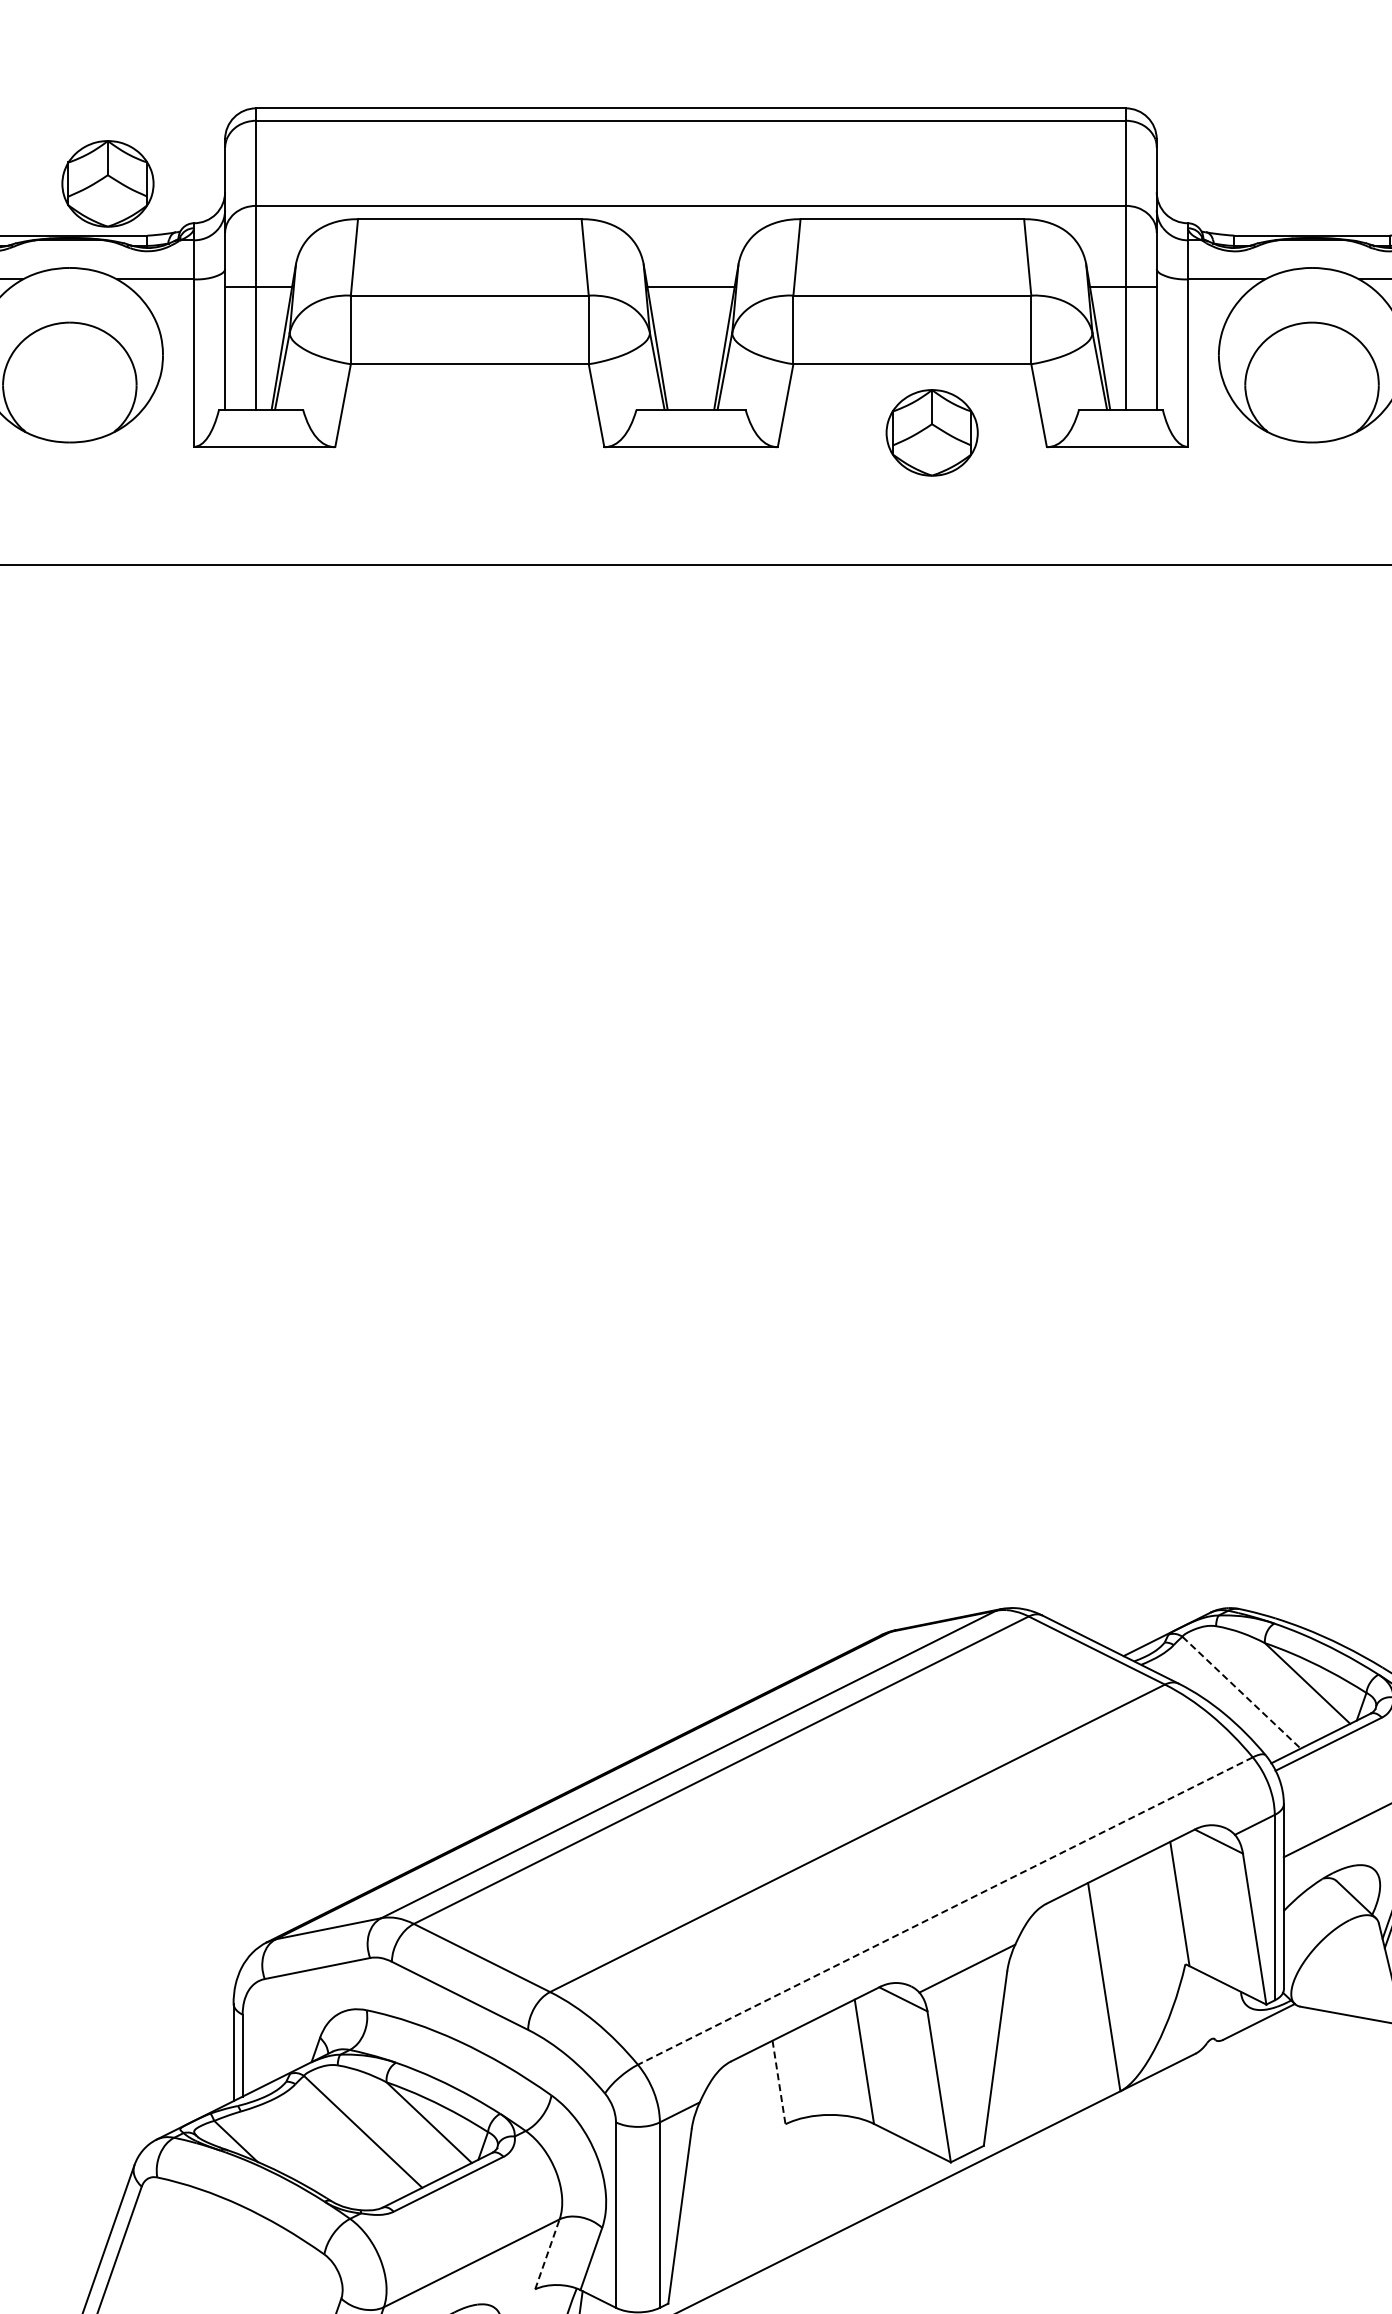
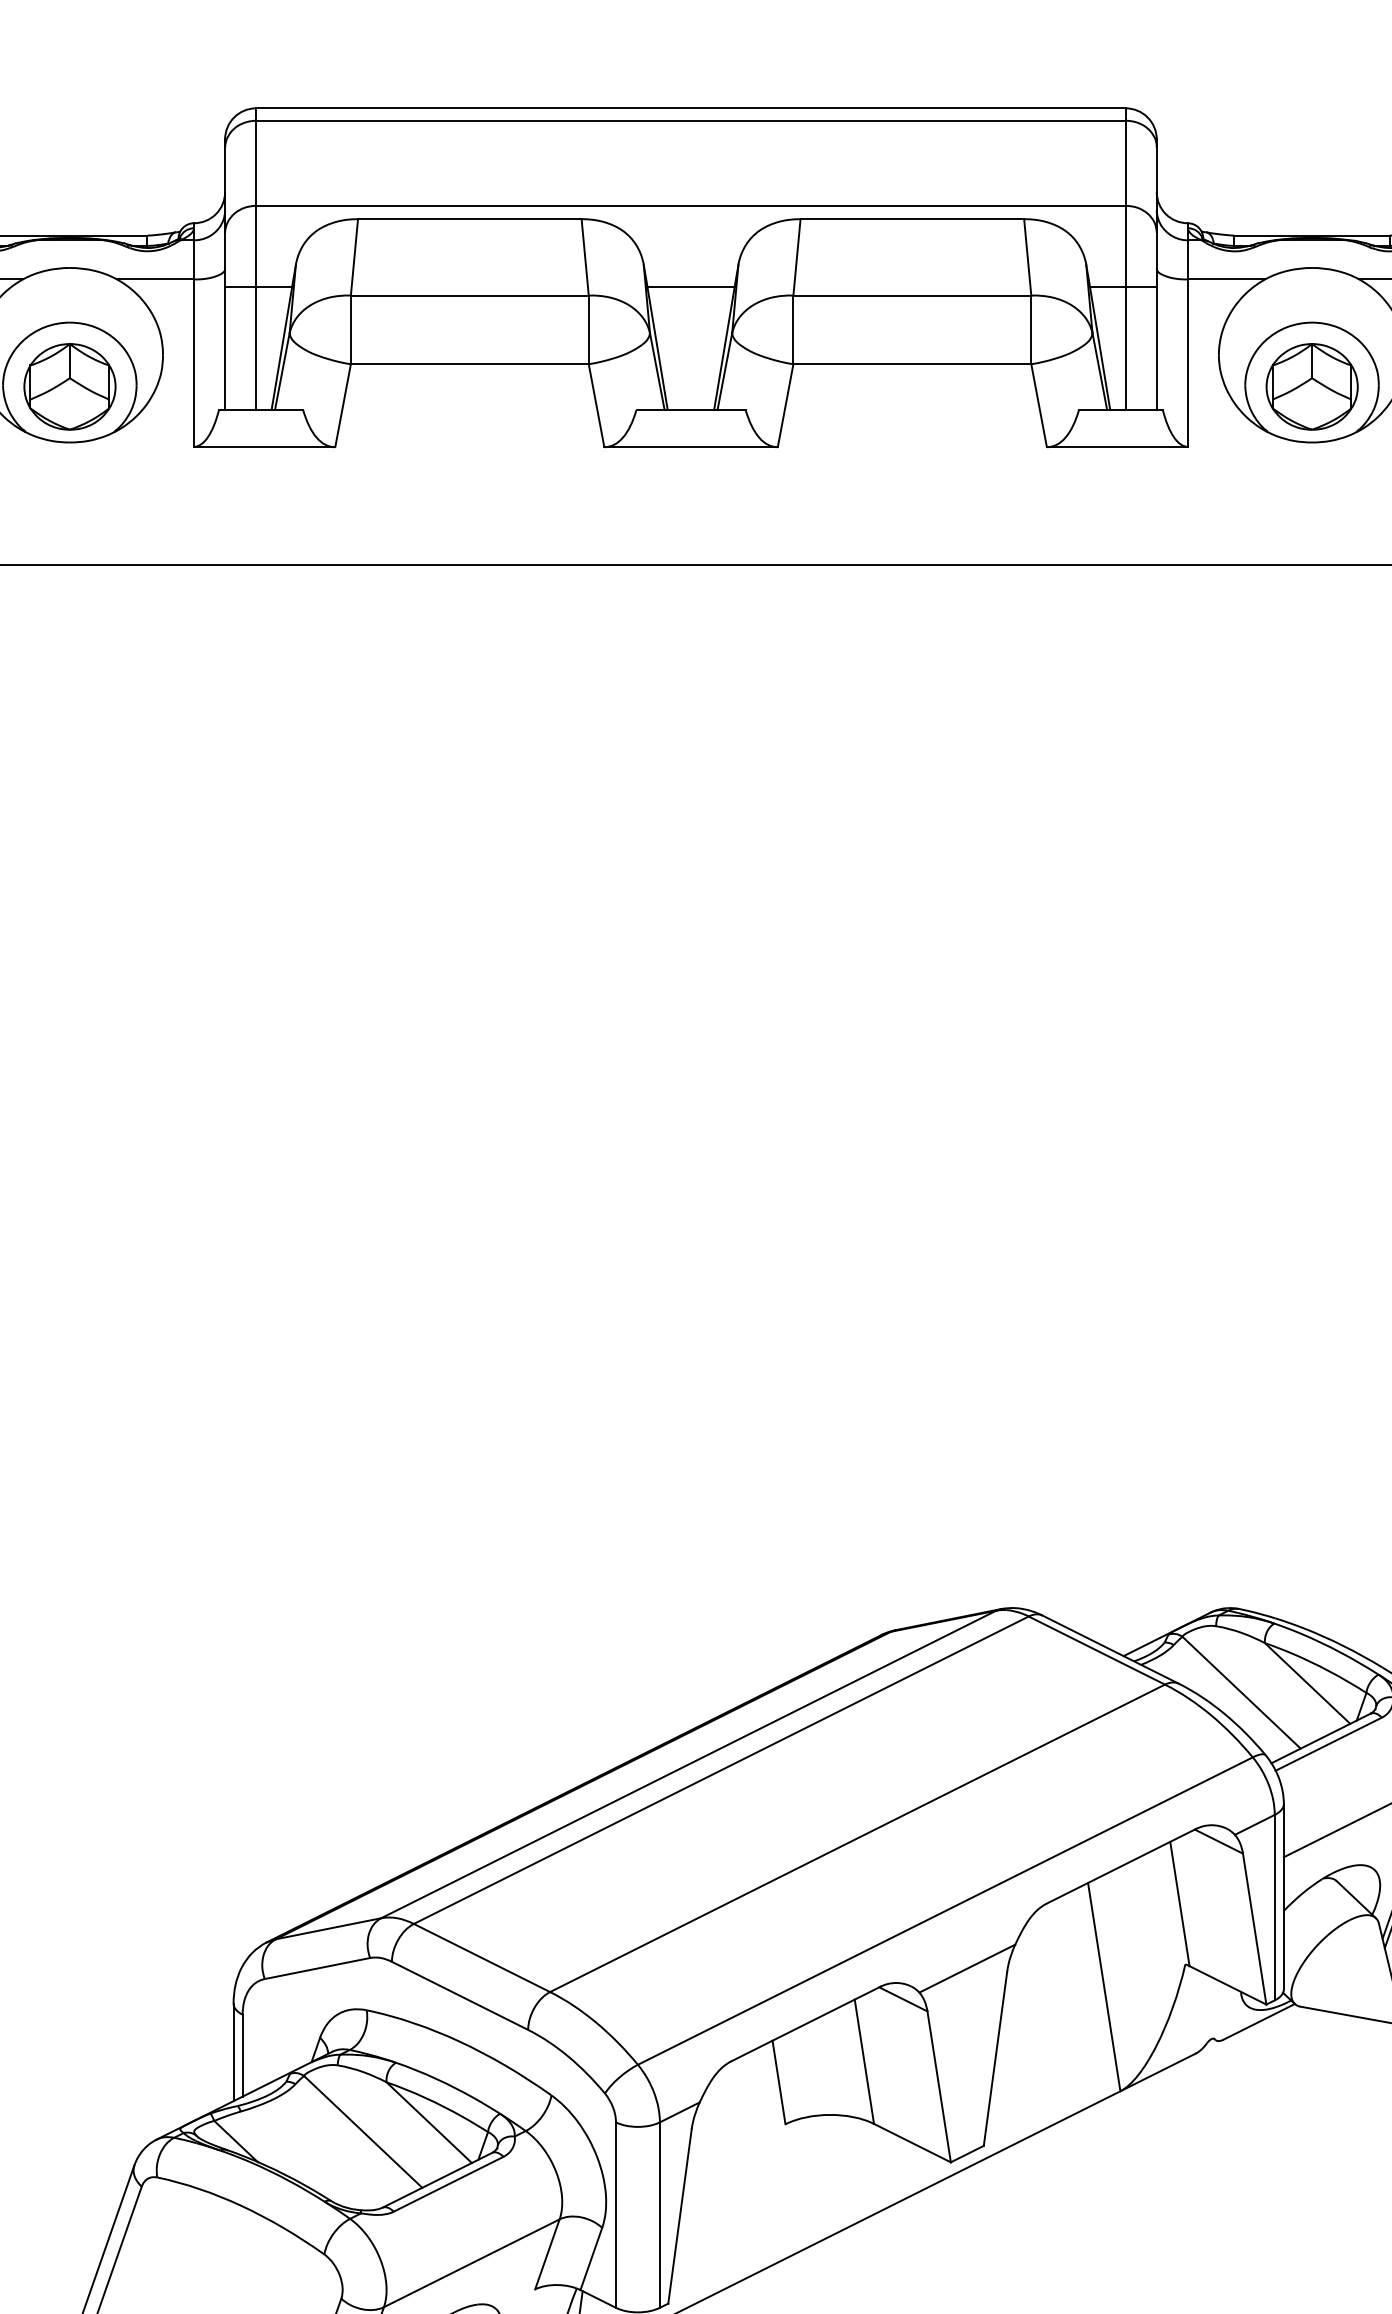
part at (107, 183) position: (107, 183) -> (69, 386)
part at (931, 432) position: (931, 432) -> (1311, 386)
line at (1241, 1693): dashed -> solid
line at (945, 1911): dashed -> solid
line at (779, 2082): dashed -> solid
line at (547, 2253): dashed -> solid
